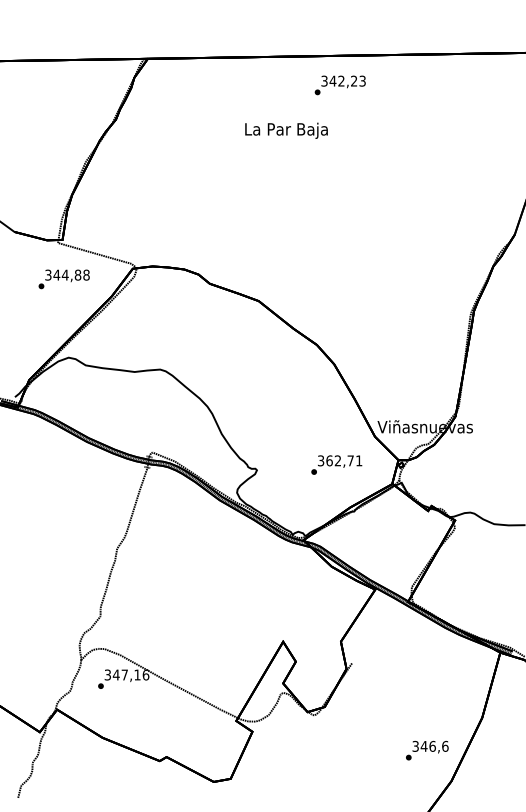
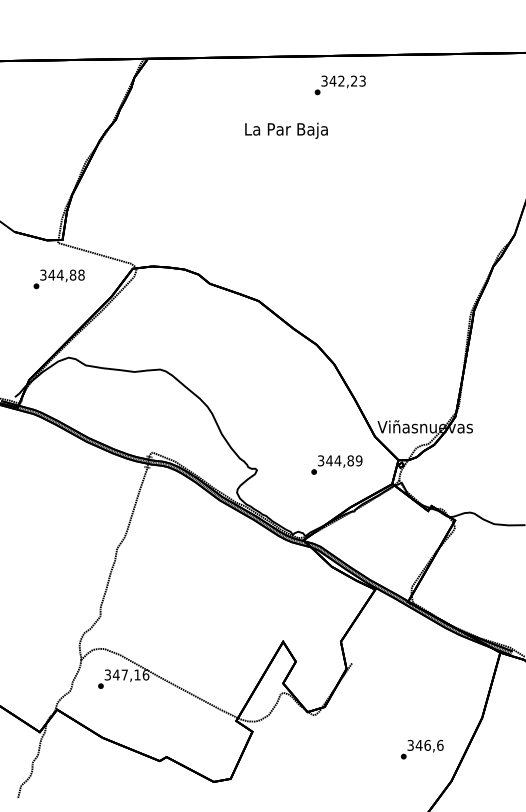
text at (63, 279) position: (63, 279) -> (58, 279)
text at (344, 460): 362,71 -> 344,89
text at (427, 750) position: (427, 750) -> (422, 749)
